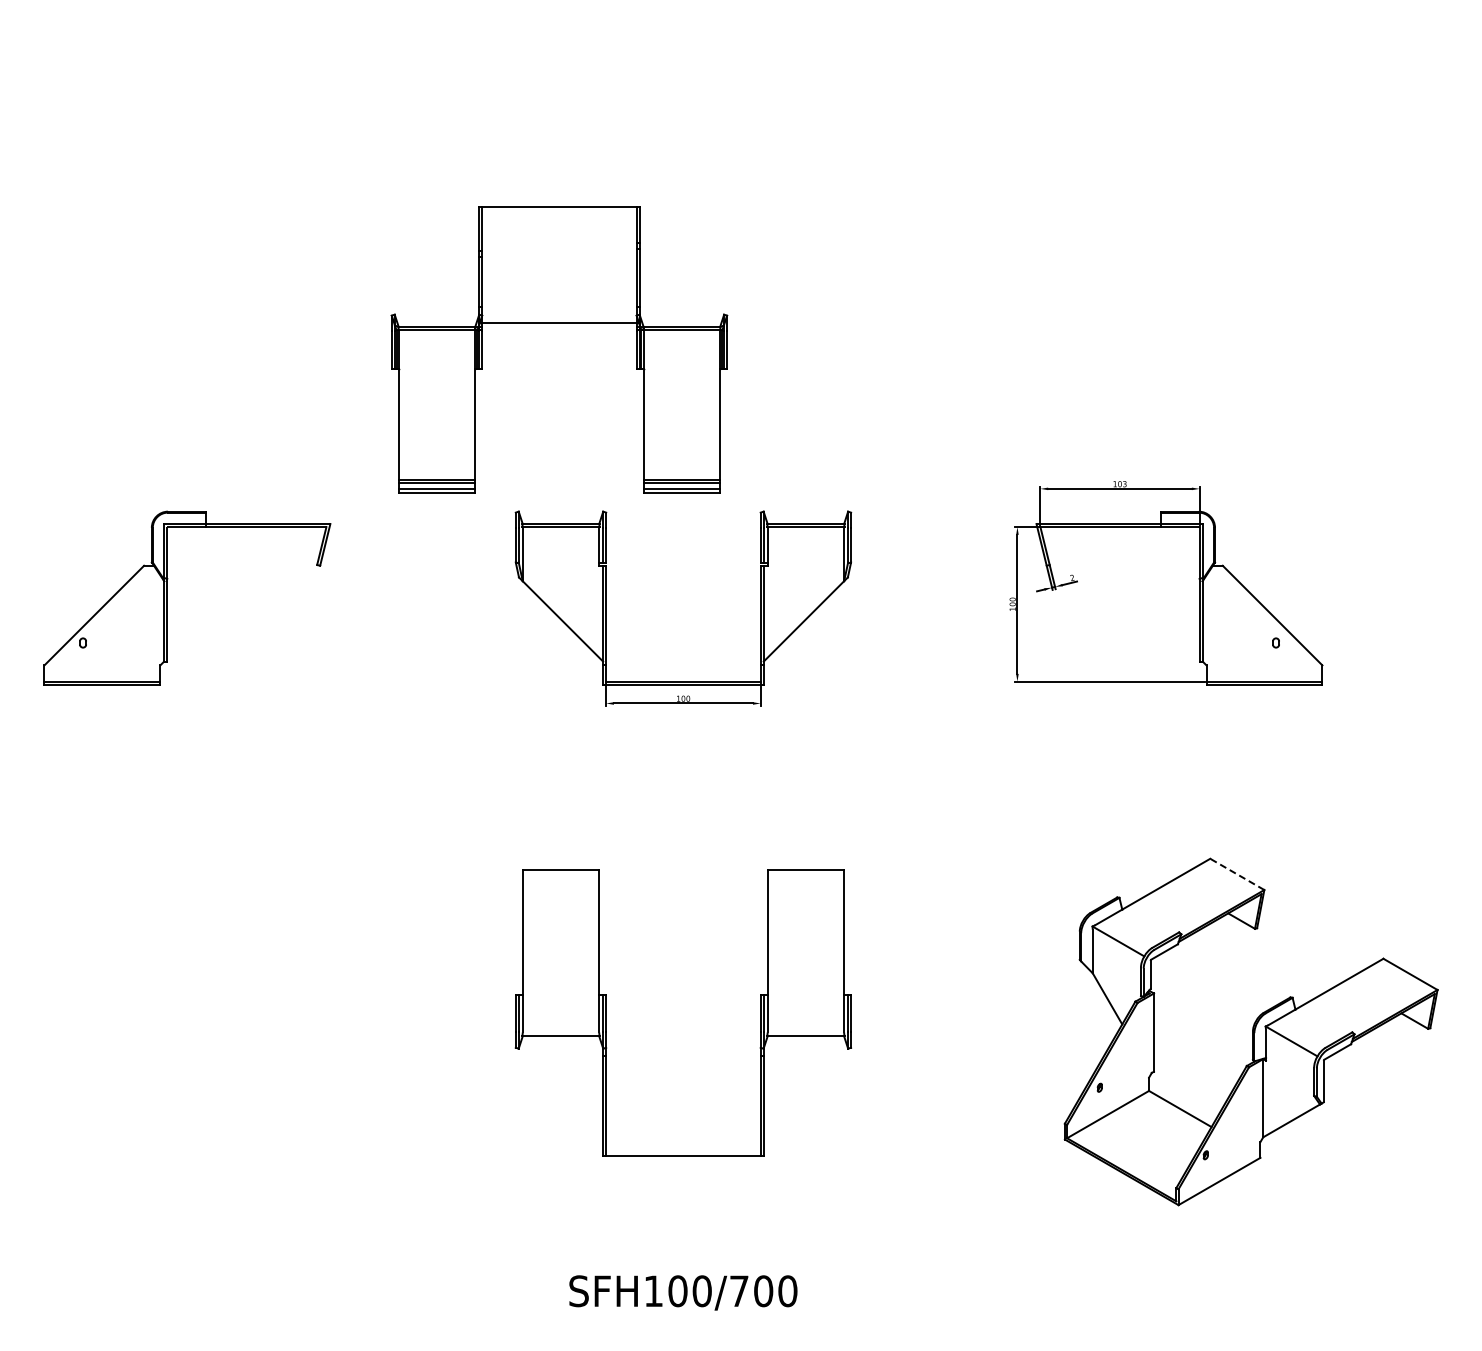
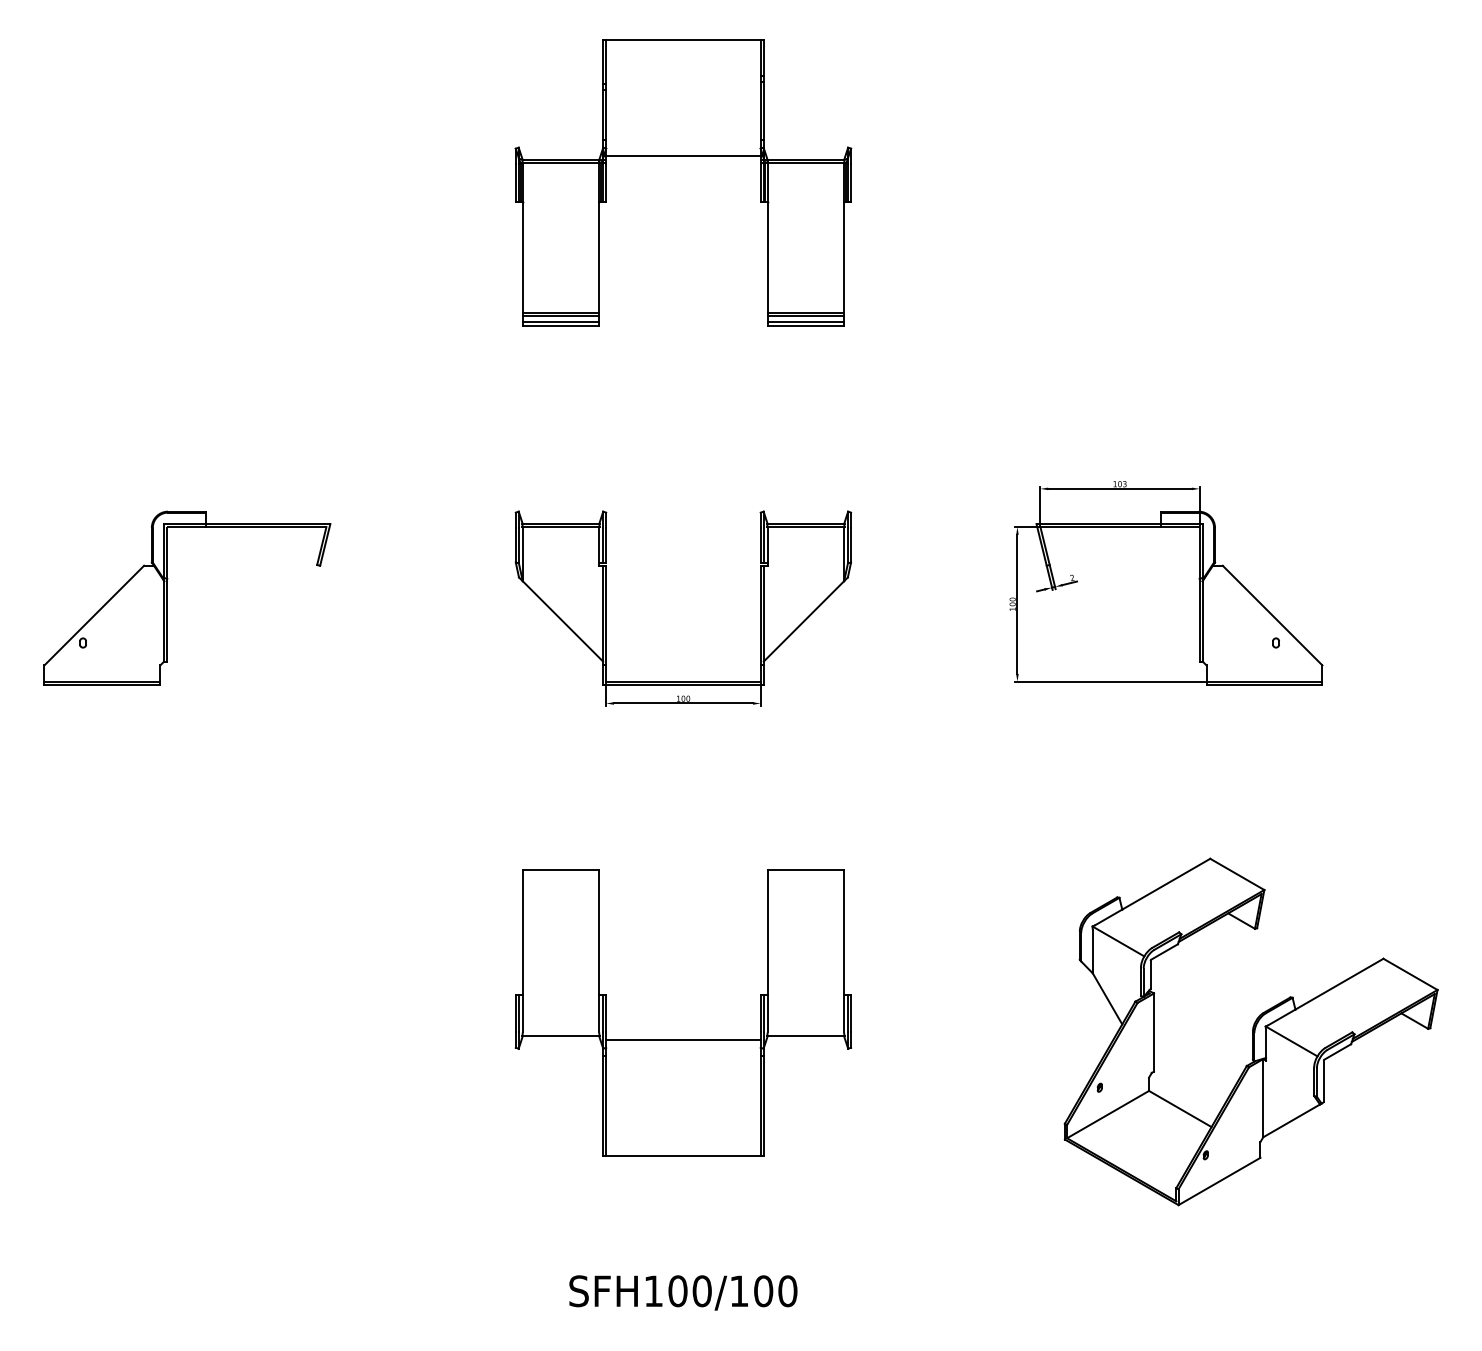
part at (559, 323) position: (559, 323) -> (683, 156)
line at (1236, 874): dashed -> solid
line at (683, 1040): none -> present
text at (739, 1290): SFH100/700 -> SFH100/100
